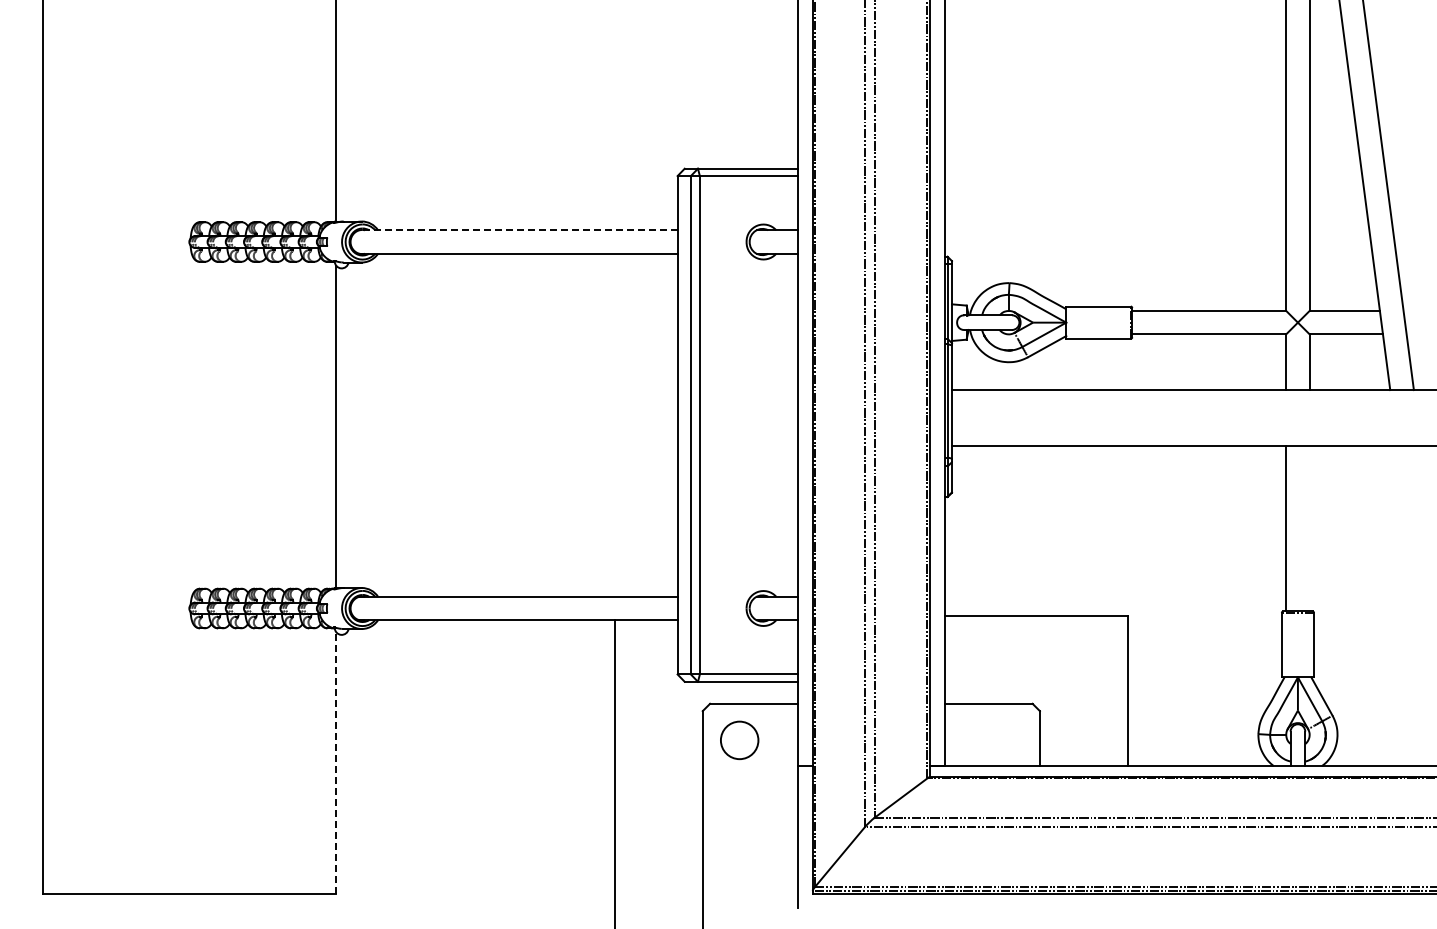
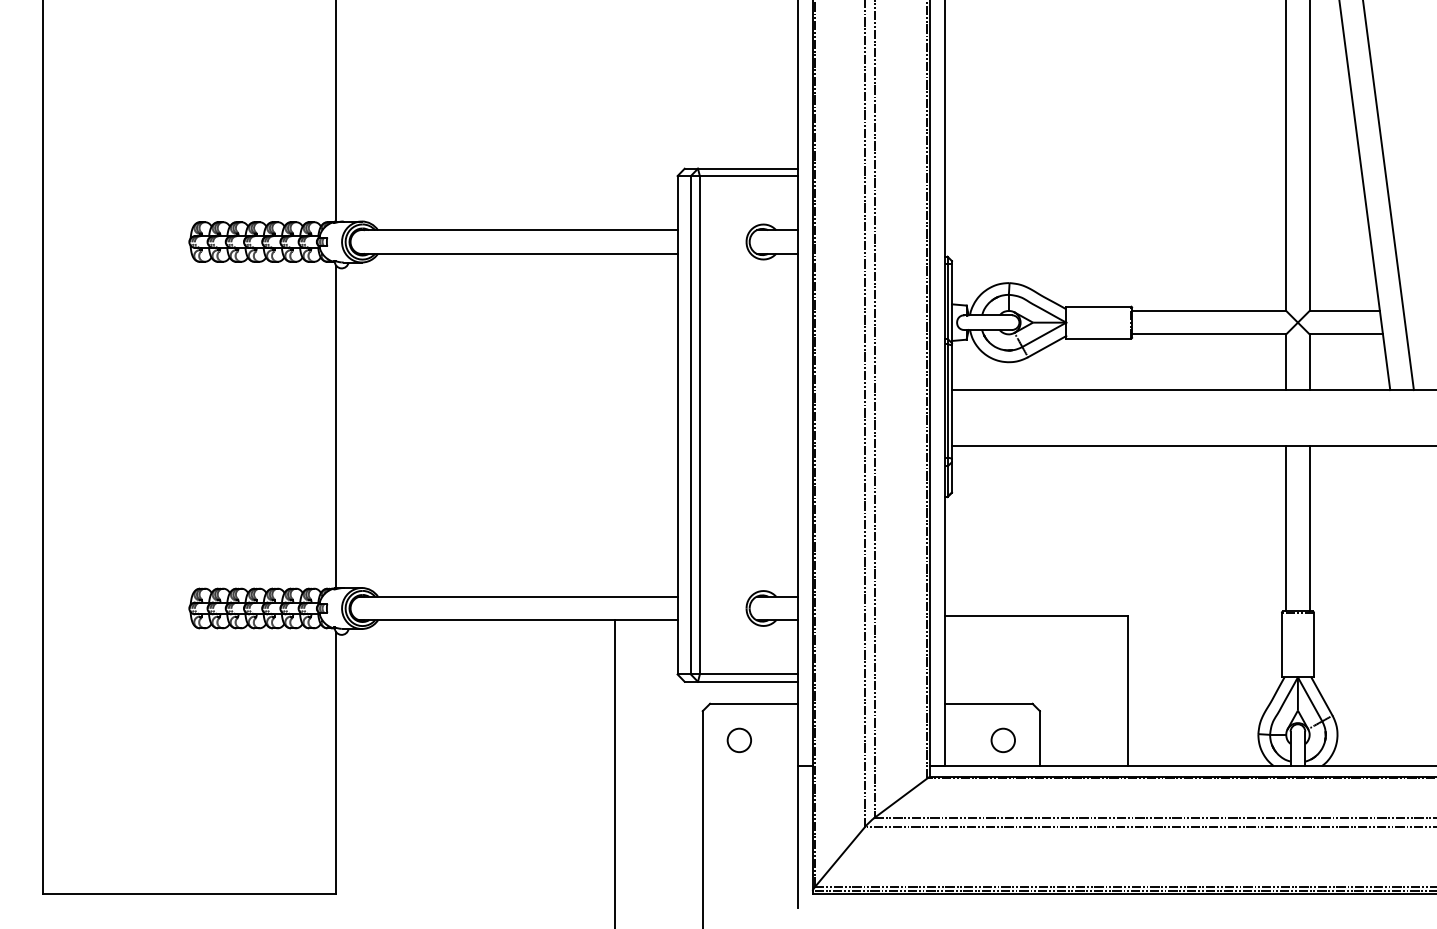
line at (518, 230): dashed -> solid
line at (1309, 528): none -> present
circle at (739, 740) size: 40x41 px -> 26x27 px
circle at (1002, 740): none -> present
line at (336, 762): dashed -> solid
